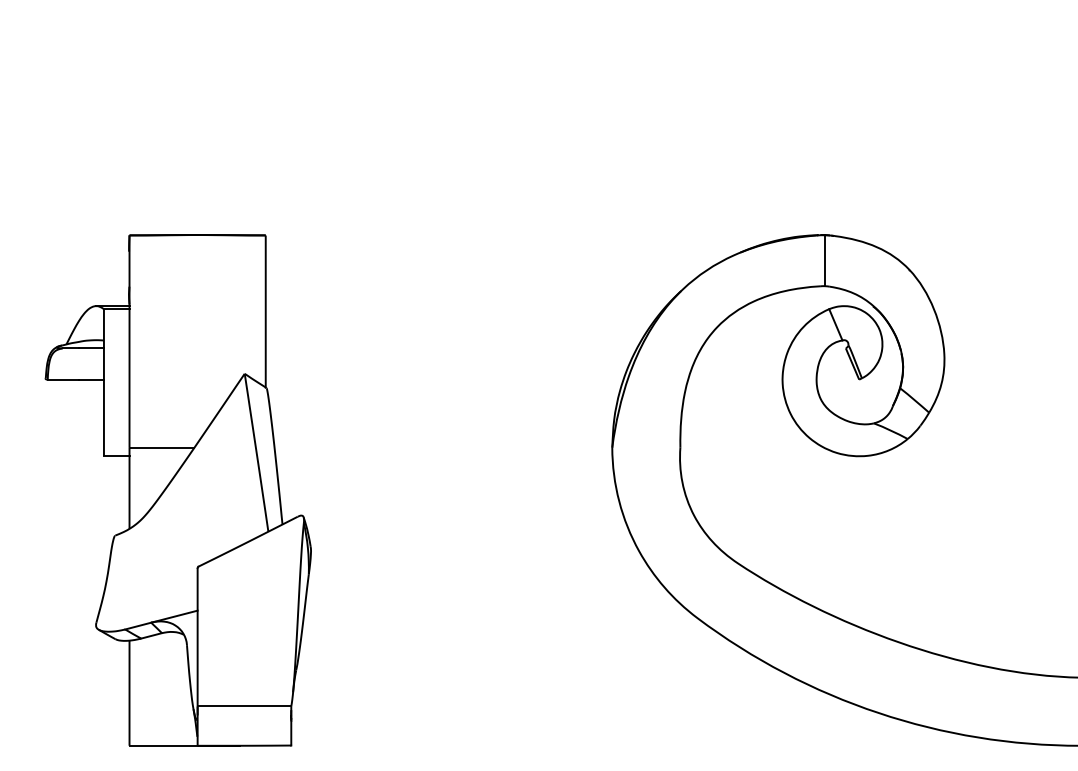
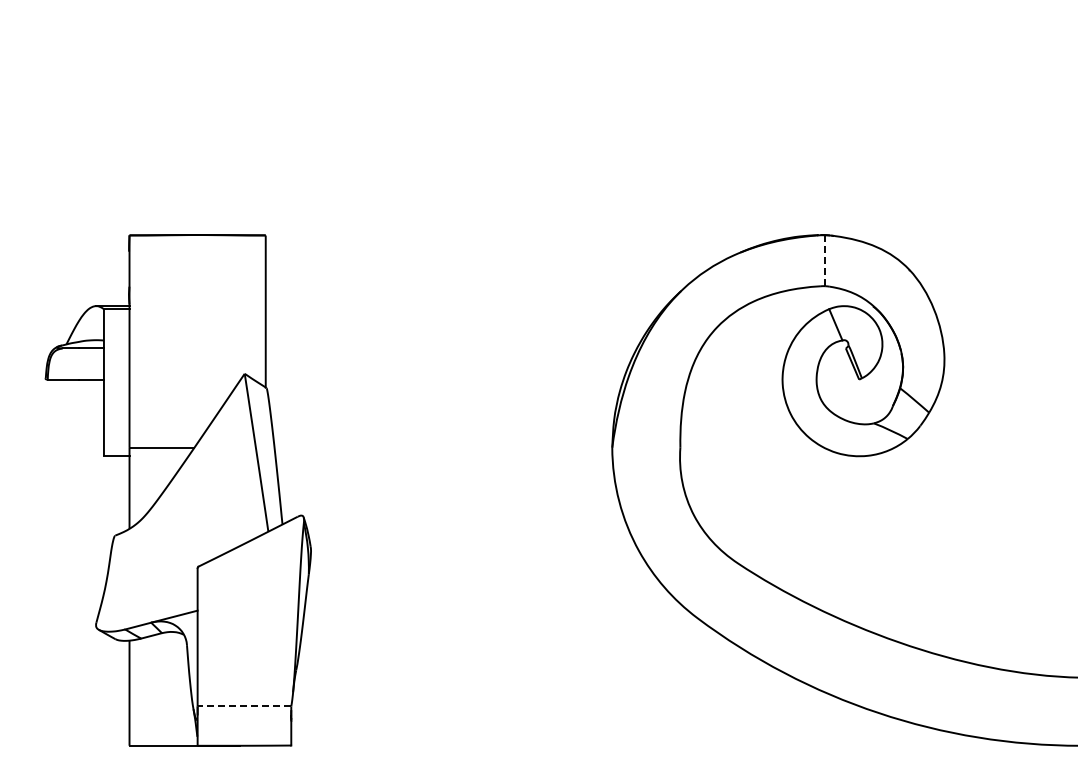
line at (825, 260): solid -> dashed
line at (244, 706): solid -> dashed
